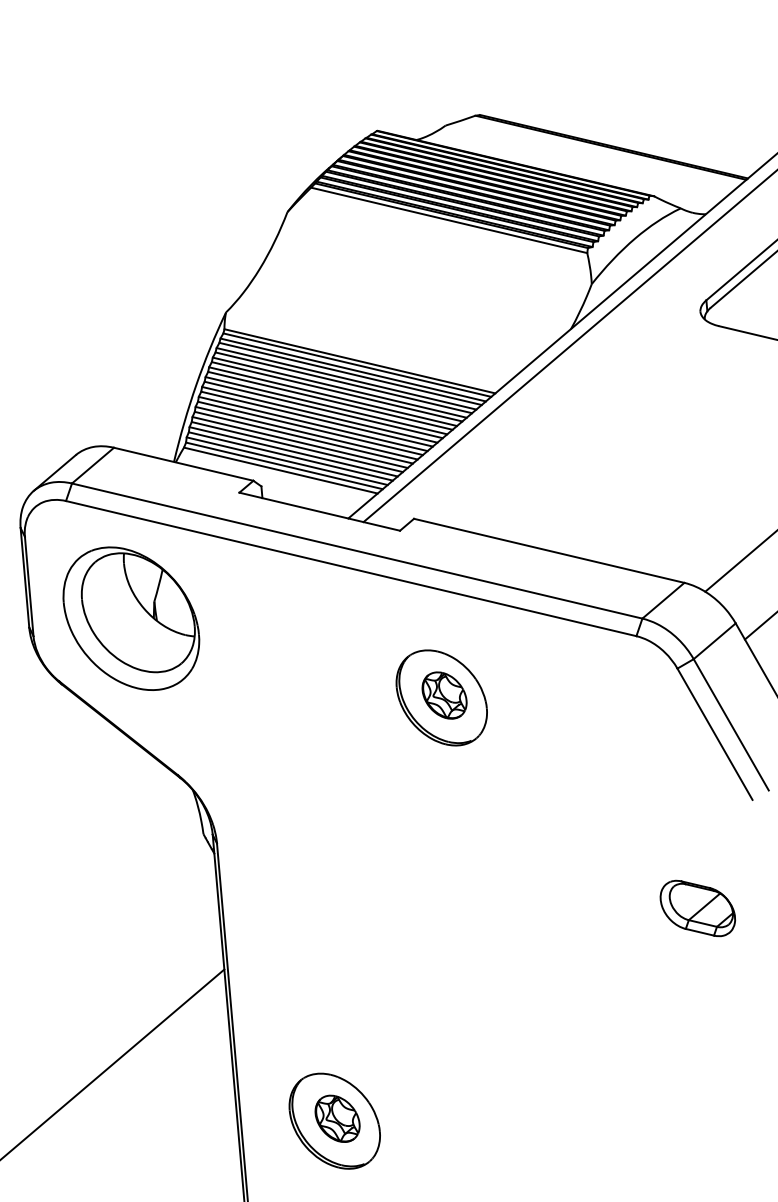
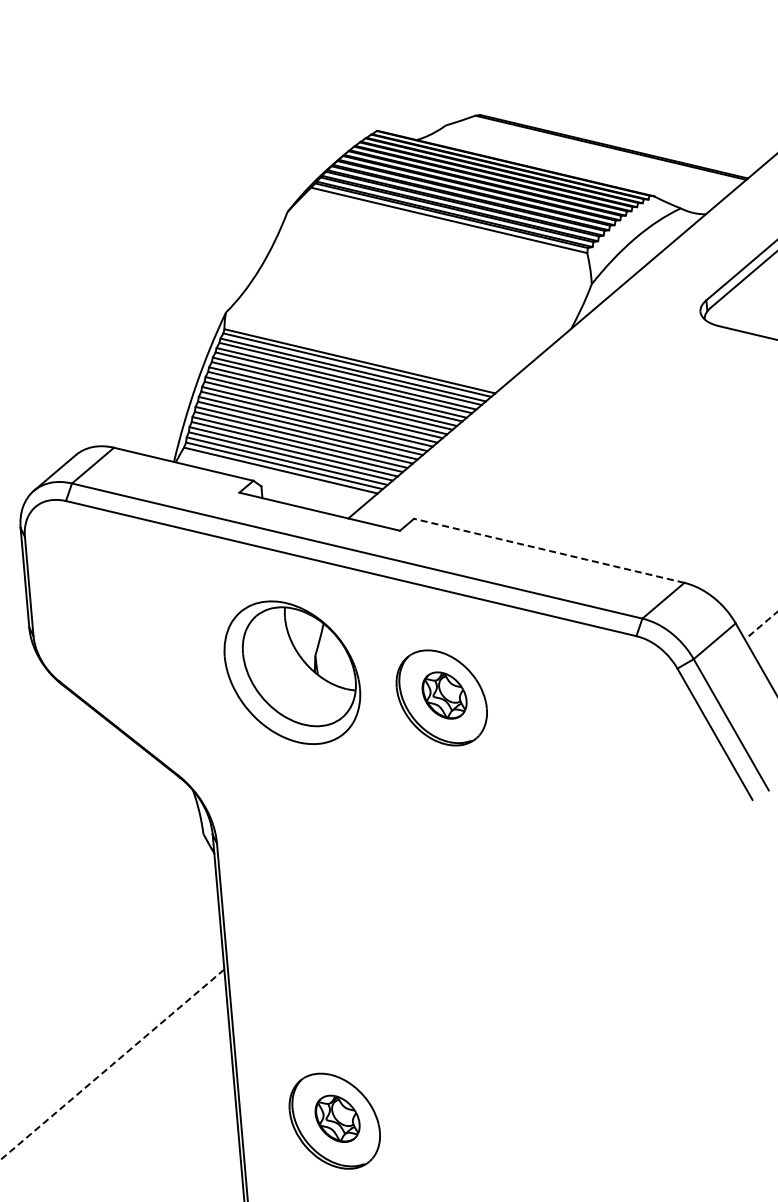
line at (568, 347): present -> none
line at (549, 550): solid -> dashed
line at (739, 561): present -> none
part at (131, 618) position: (131, 618) -> (292, 672)
line at (760, 625): solid -> dashed
part at (697, 908): present -> none
line at (111, 1065): solid -> dashed
